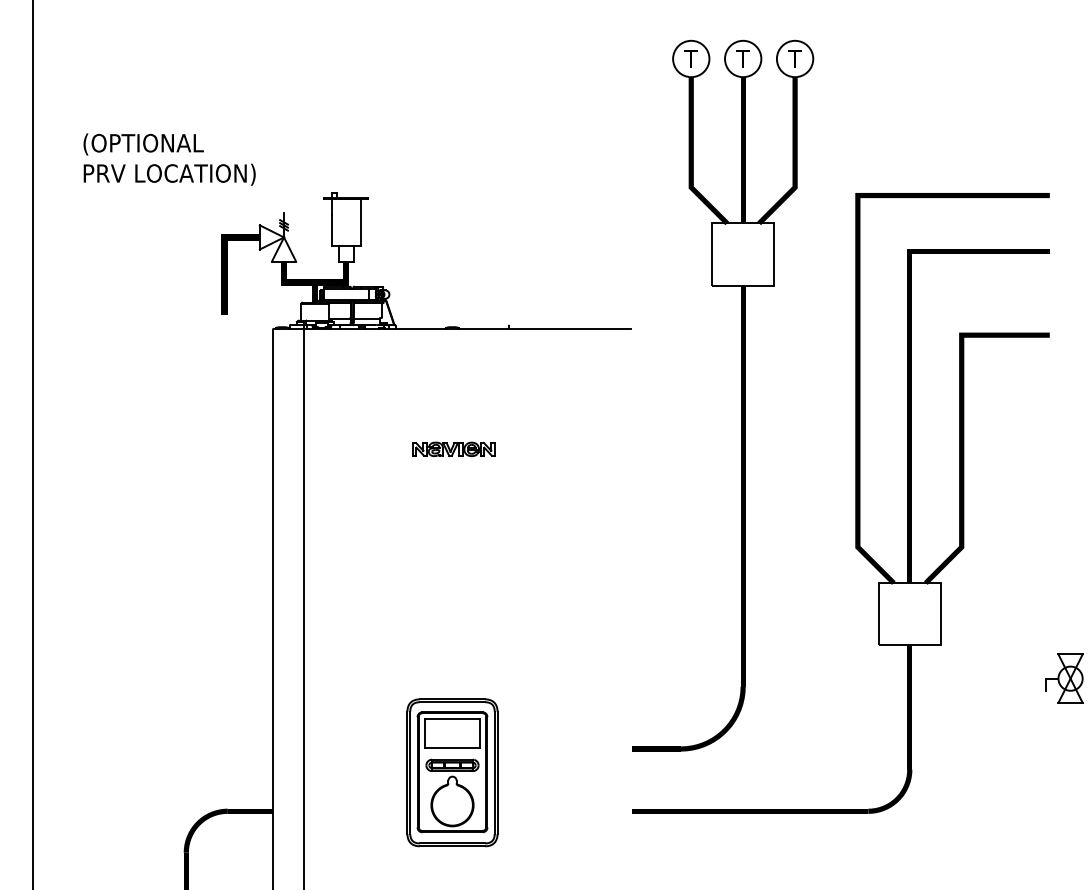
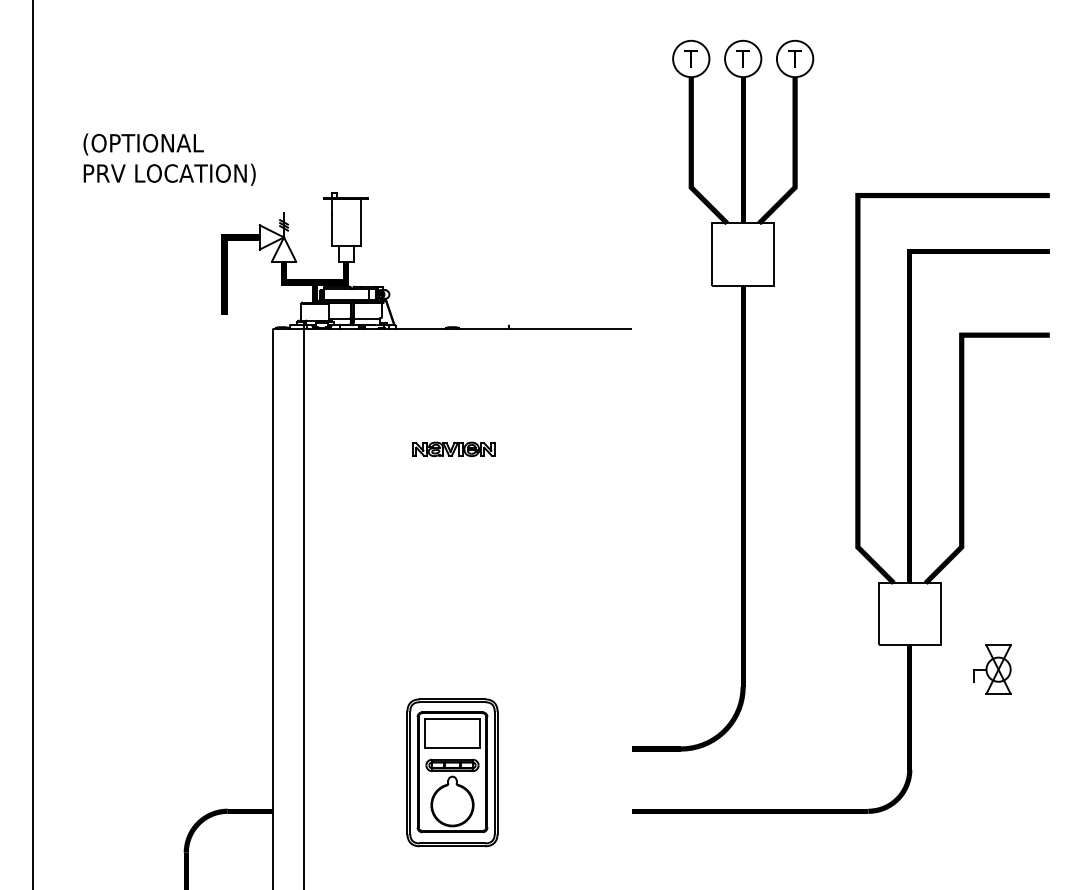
part at (1064, 678) position: (1064, 678) -> (992, 669)
